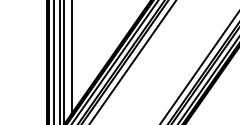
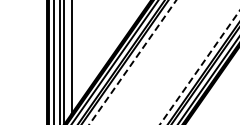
line at (132, 62): solid -> dashed
line at (199, 67): solid -> dashed
